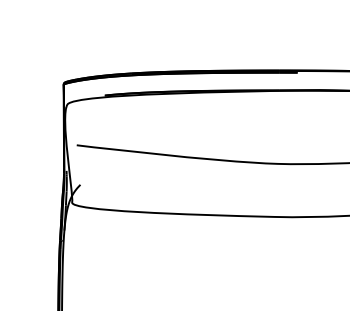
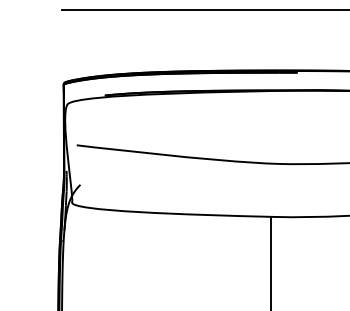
line at (203, 10): none -> present
line at (271, 261): none -> present
